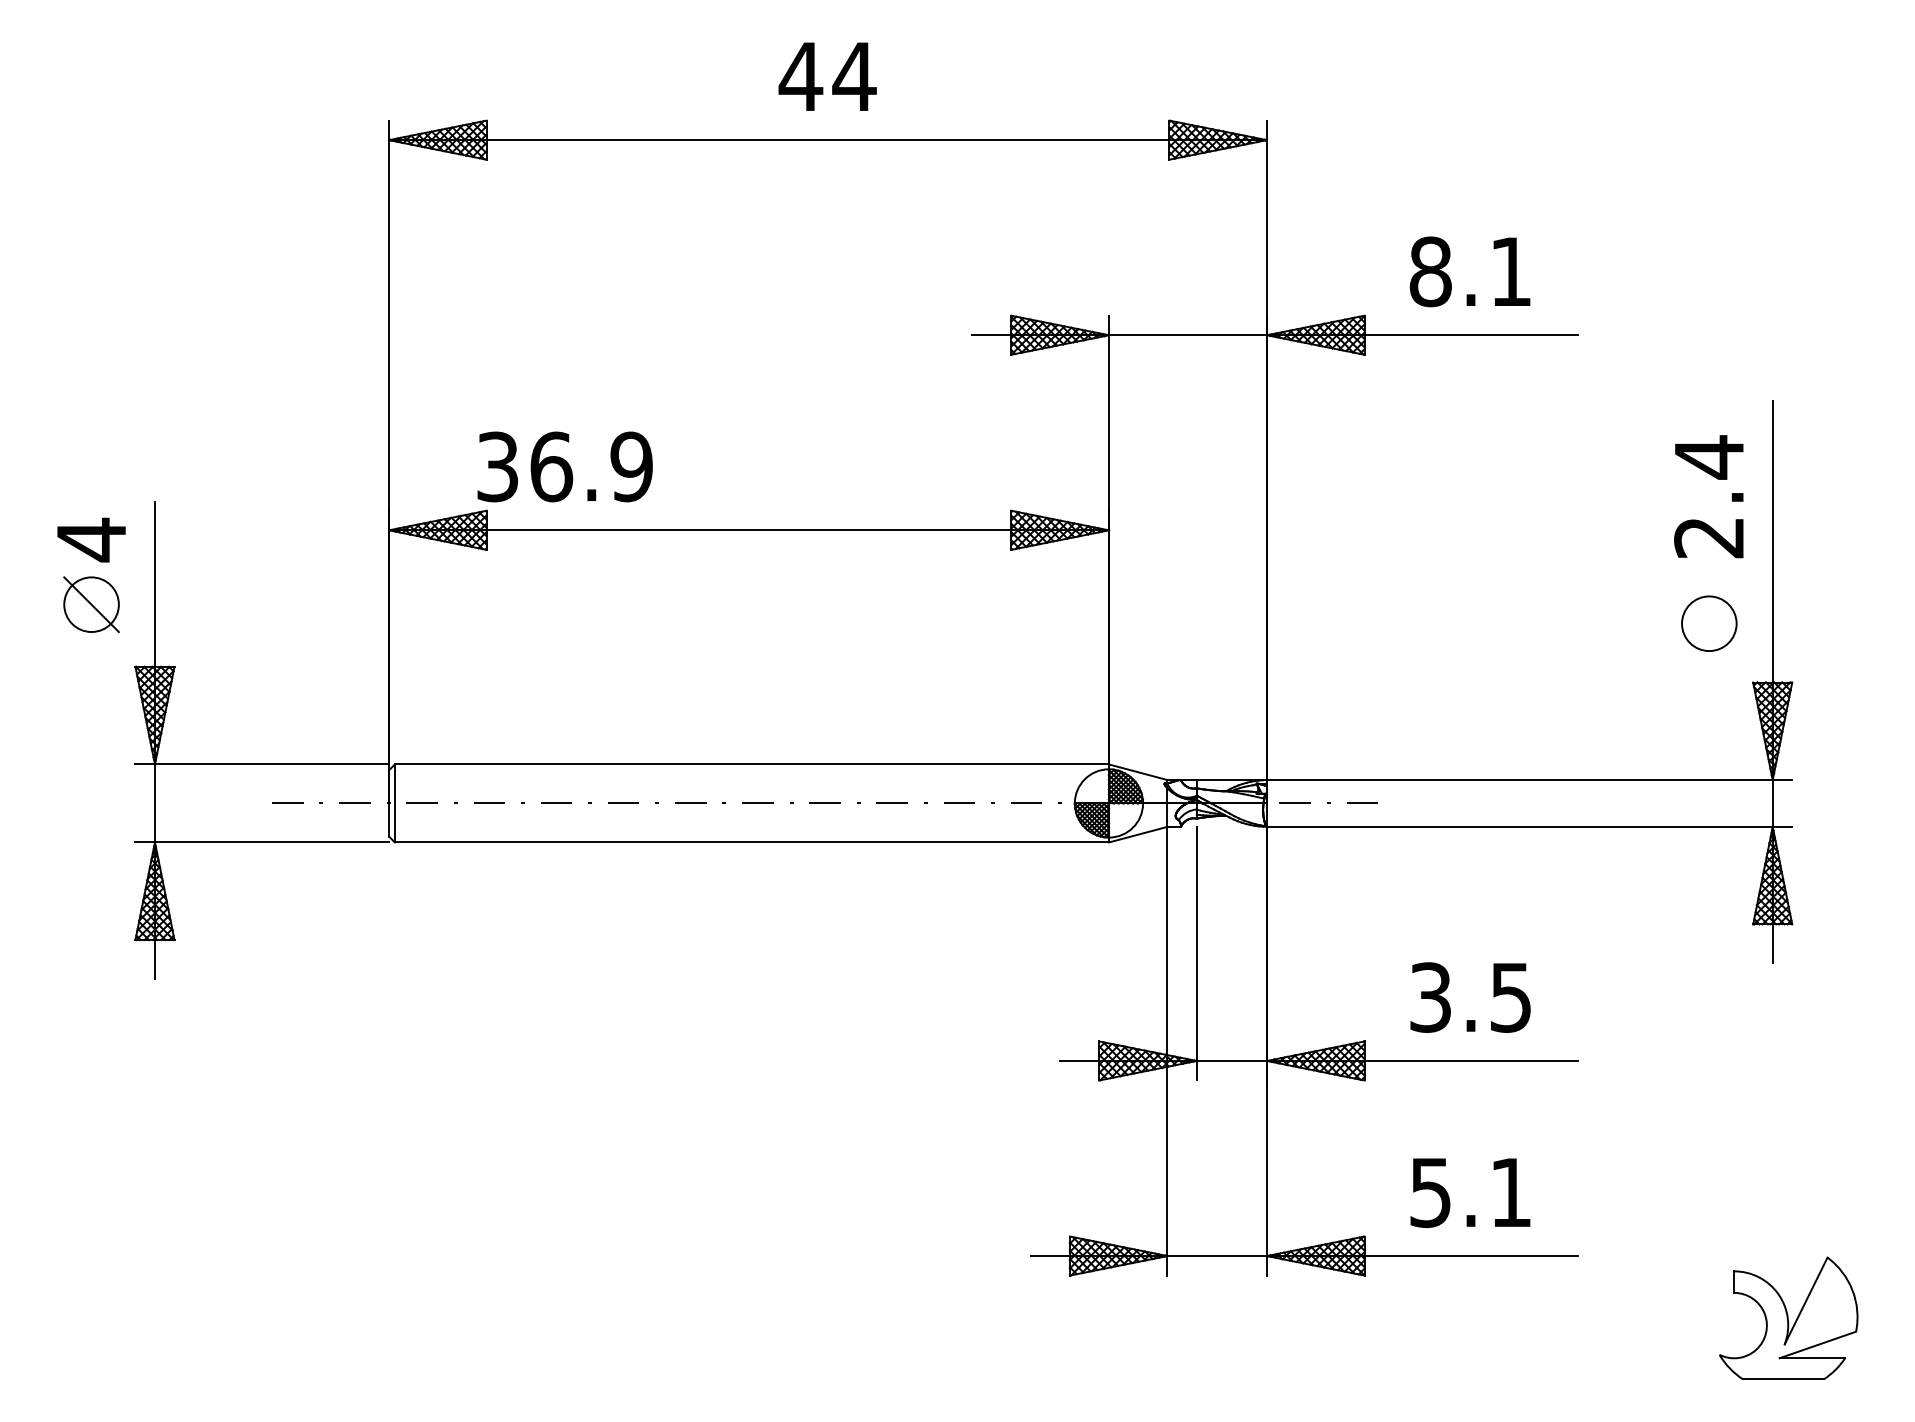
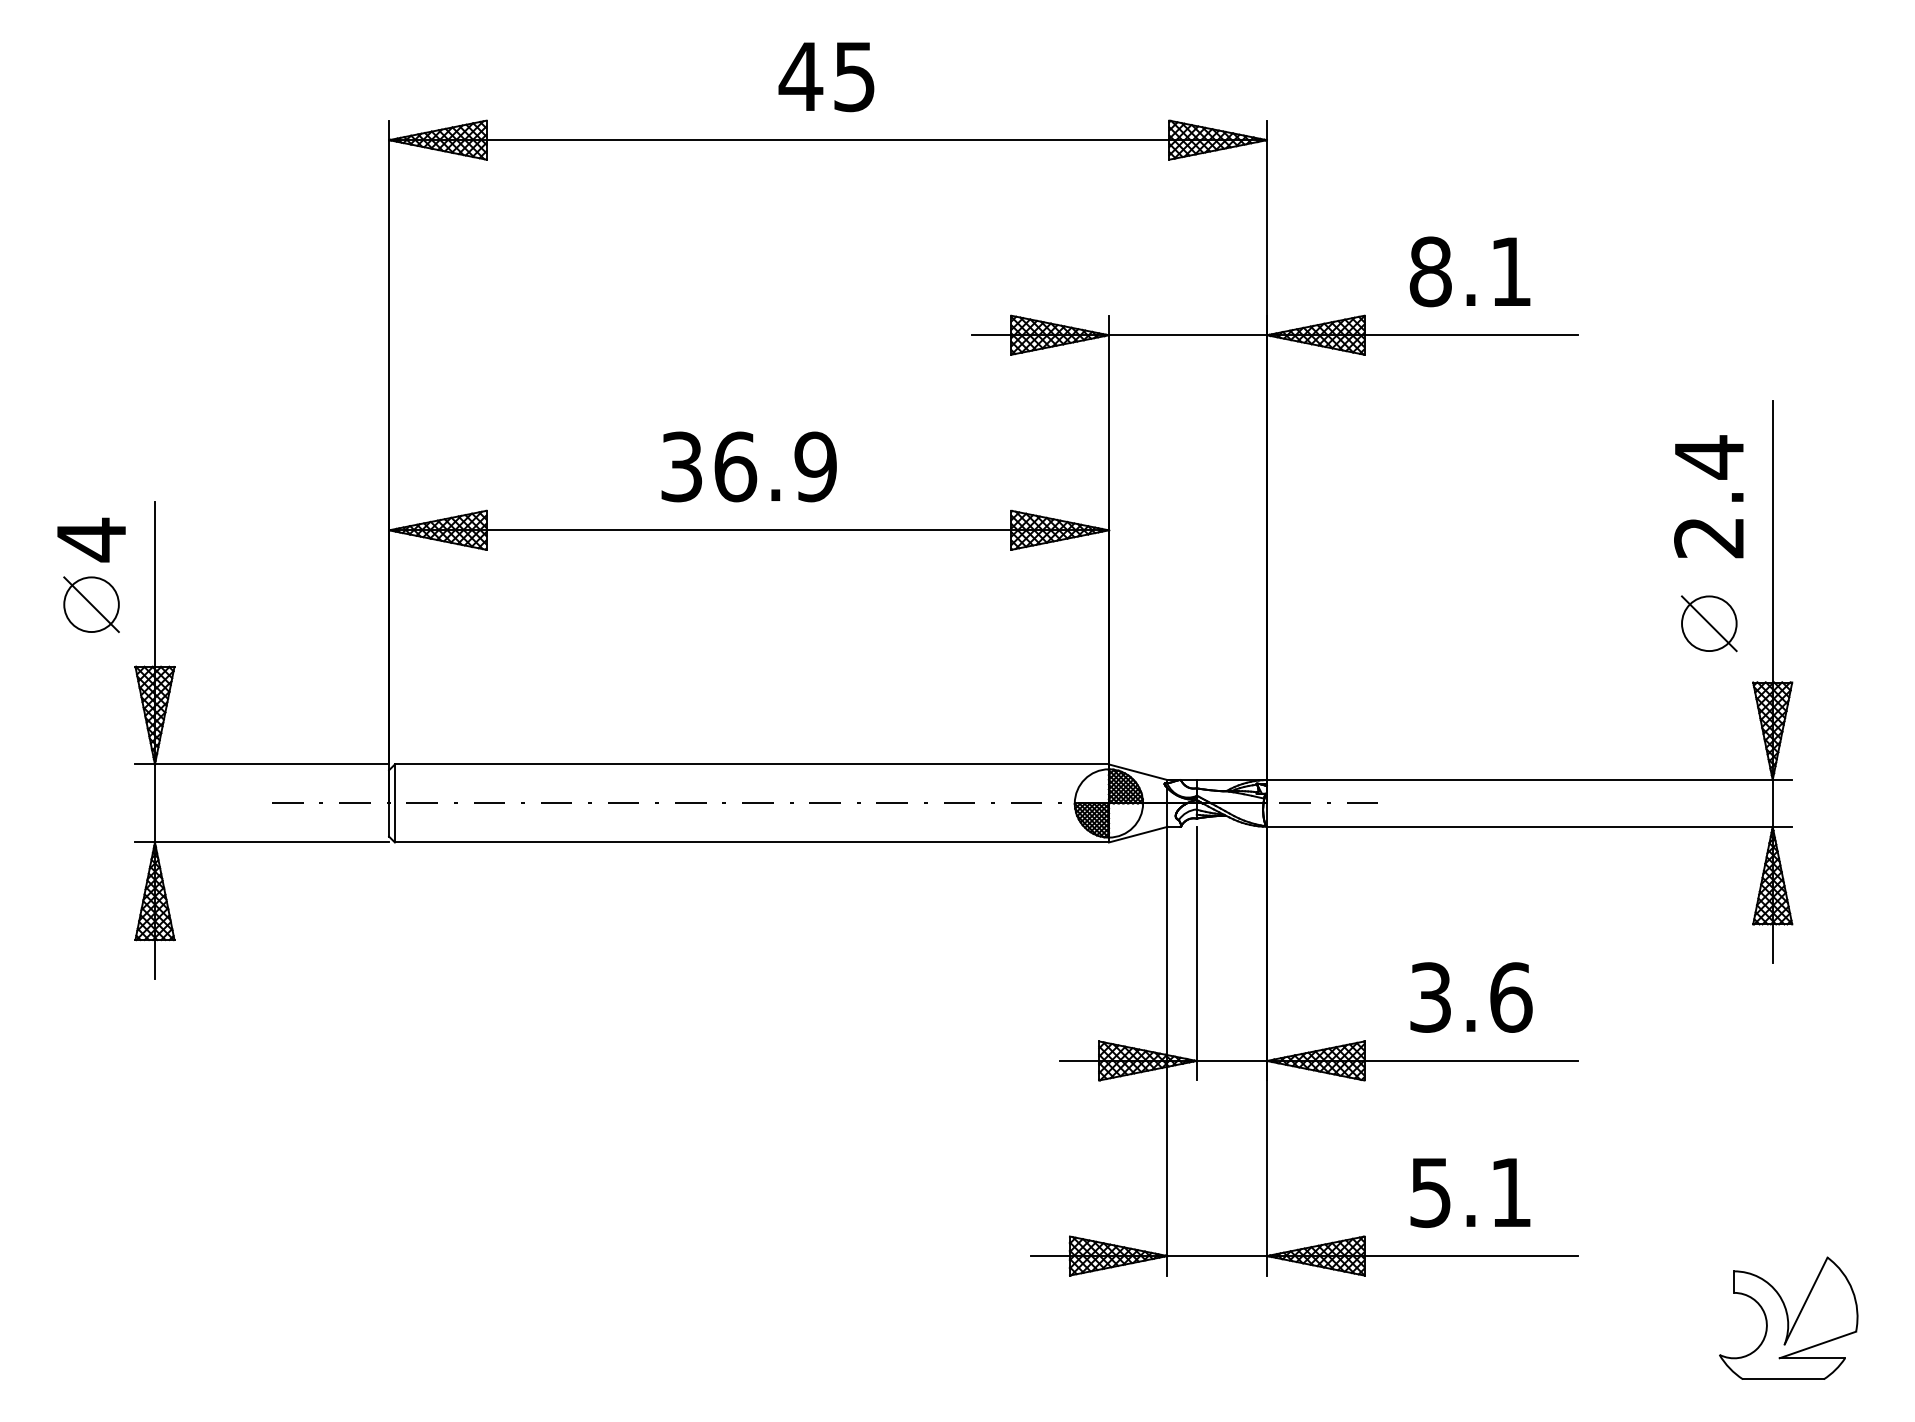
text at (854, 77): 44 -> 45
text at (564, 466) position: (564, 466) -> (748, 466)
line at (1709, 623): none -> present
text at (1511, 997): 3.5 -> 3.6
